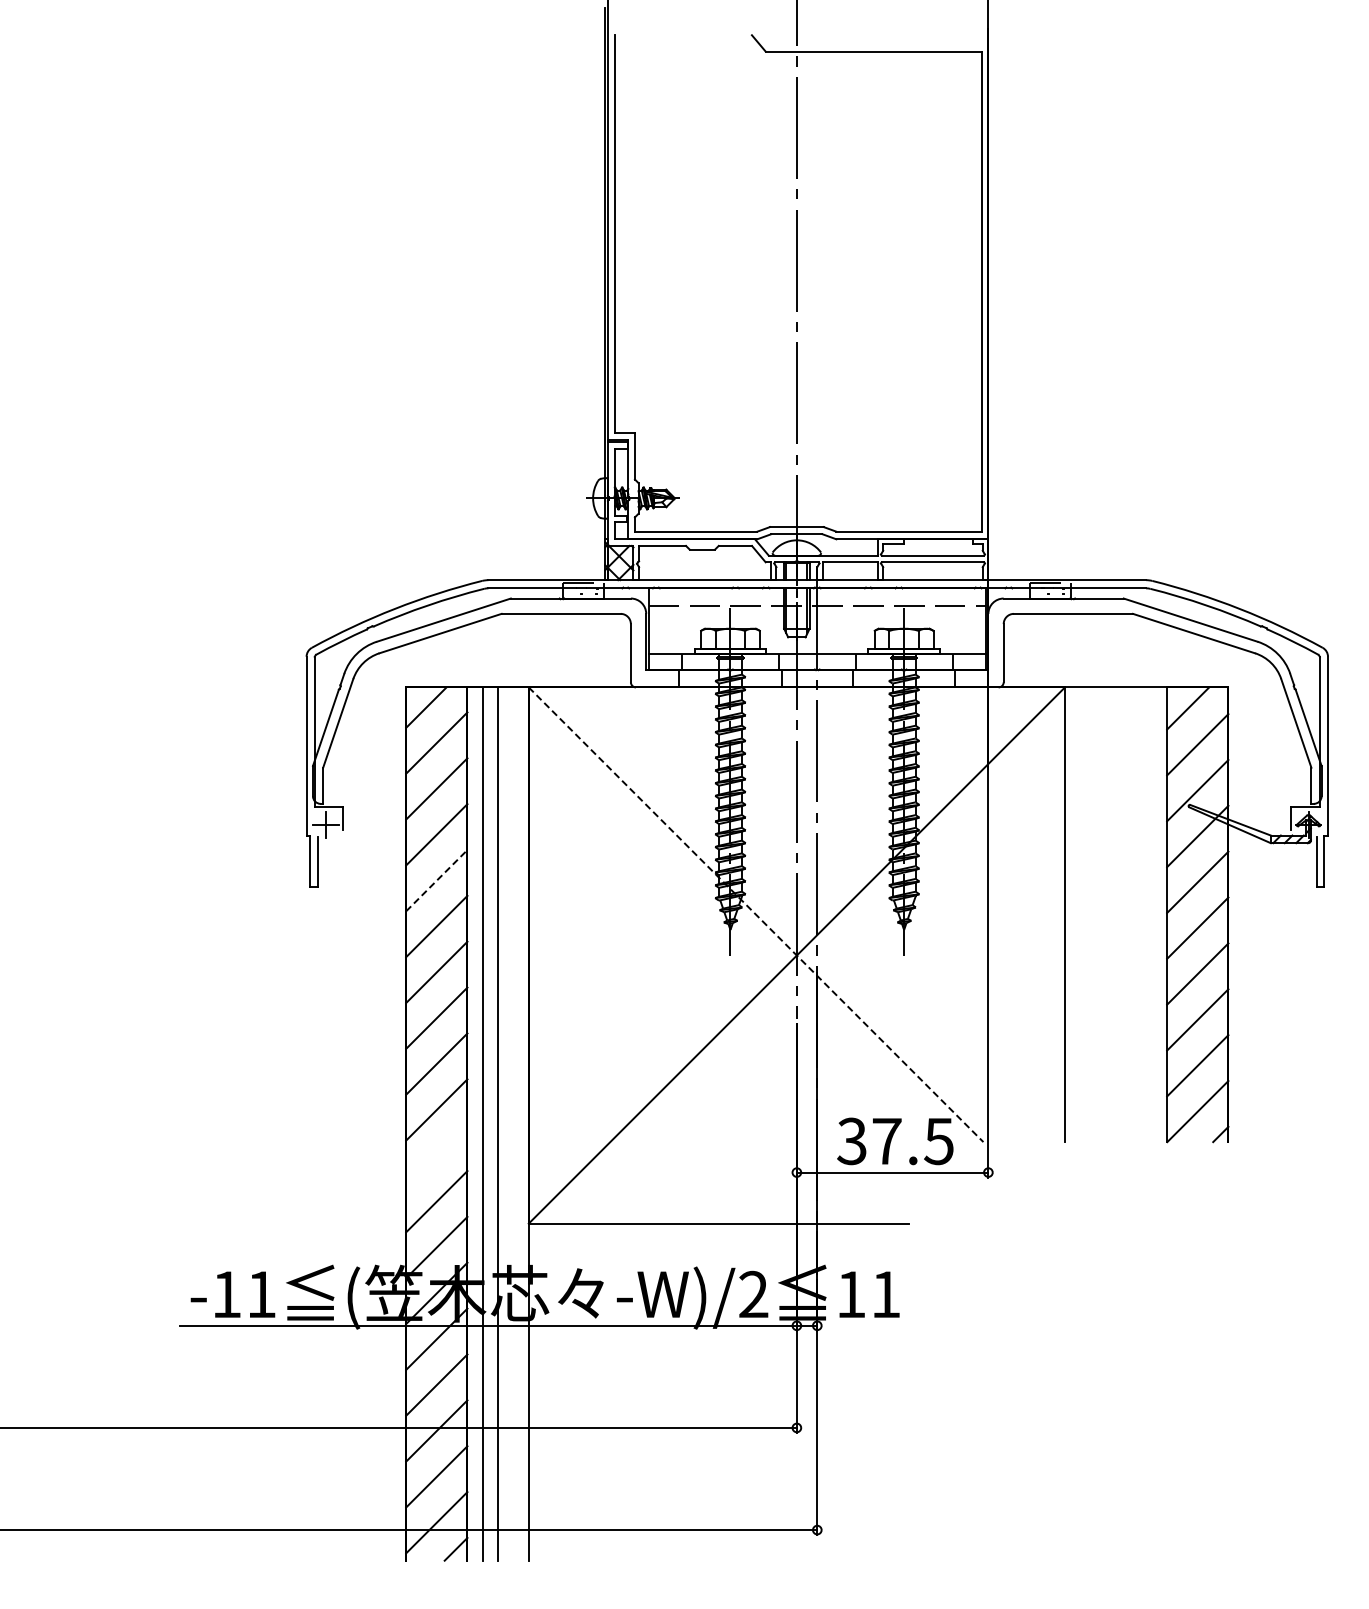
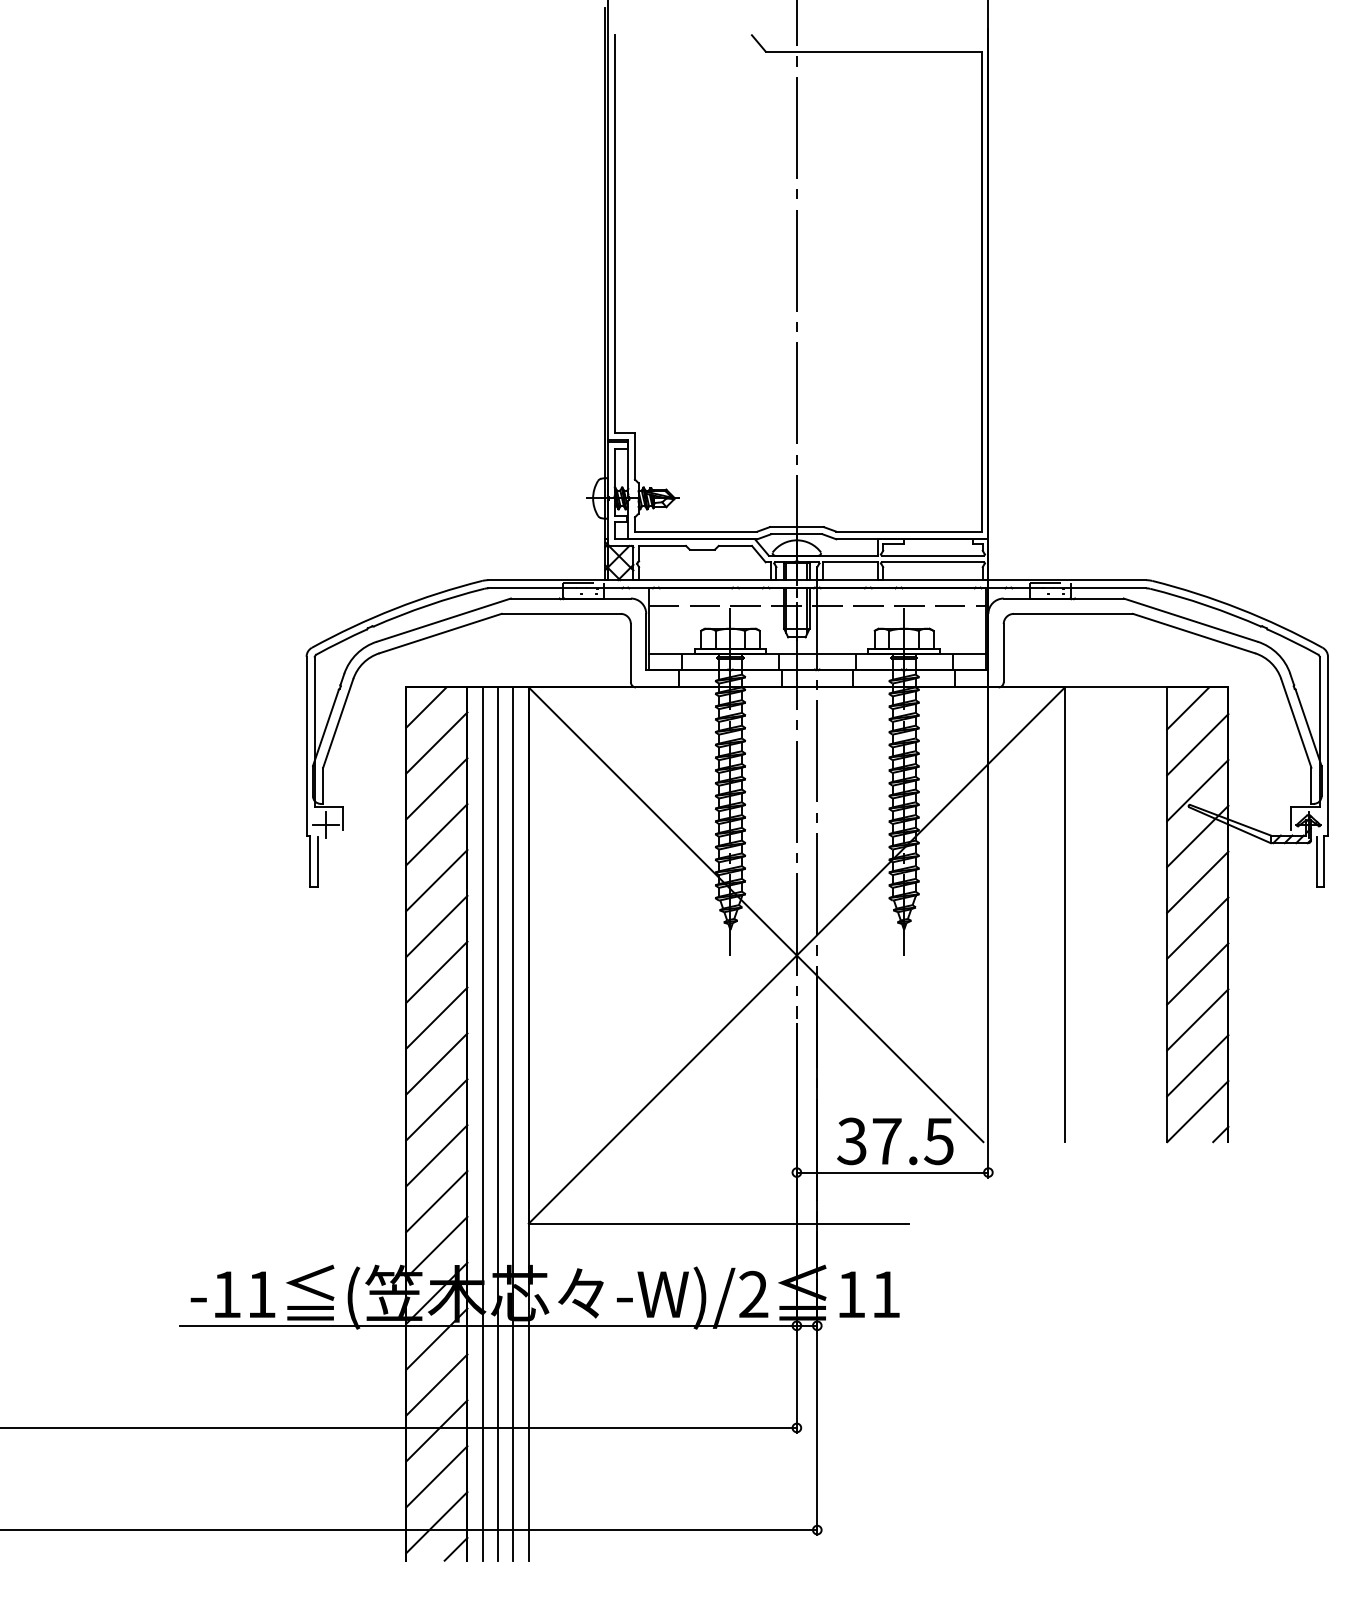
line at (437, 880): dashed -> solid
line at (756, 914): dashed -> solid
line at (513, 1123): none -> present
line at (436, 1155): none -> present
